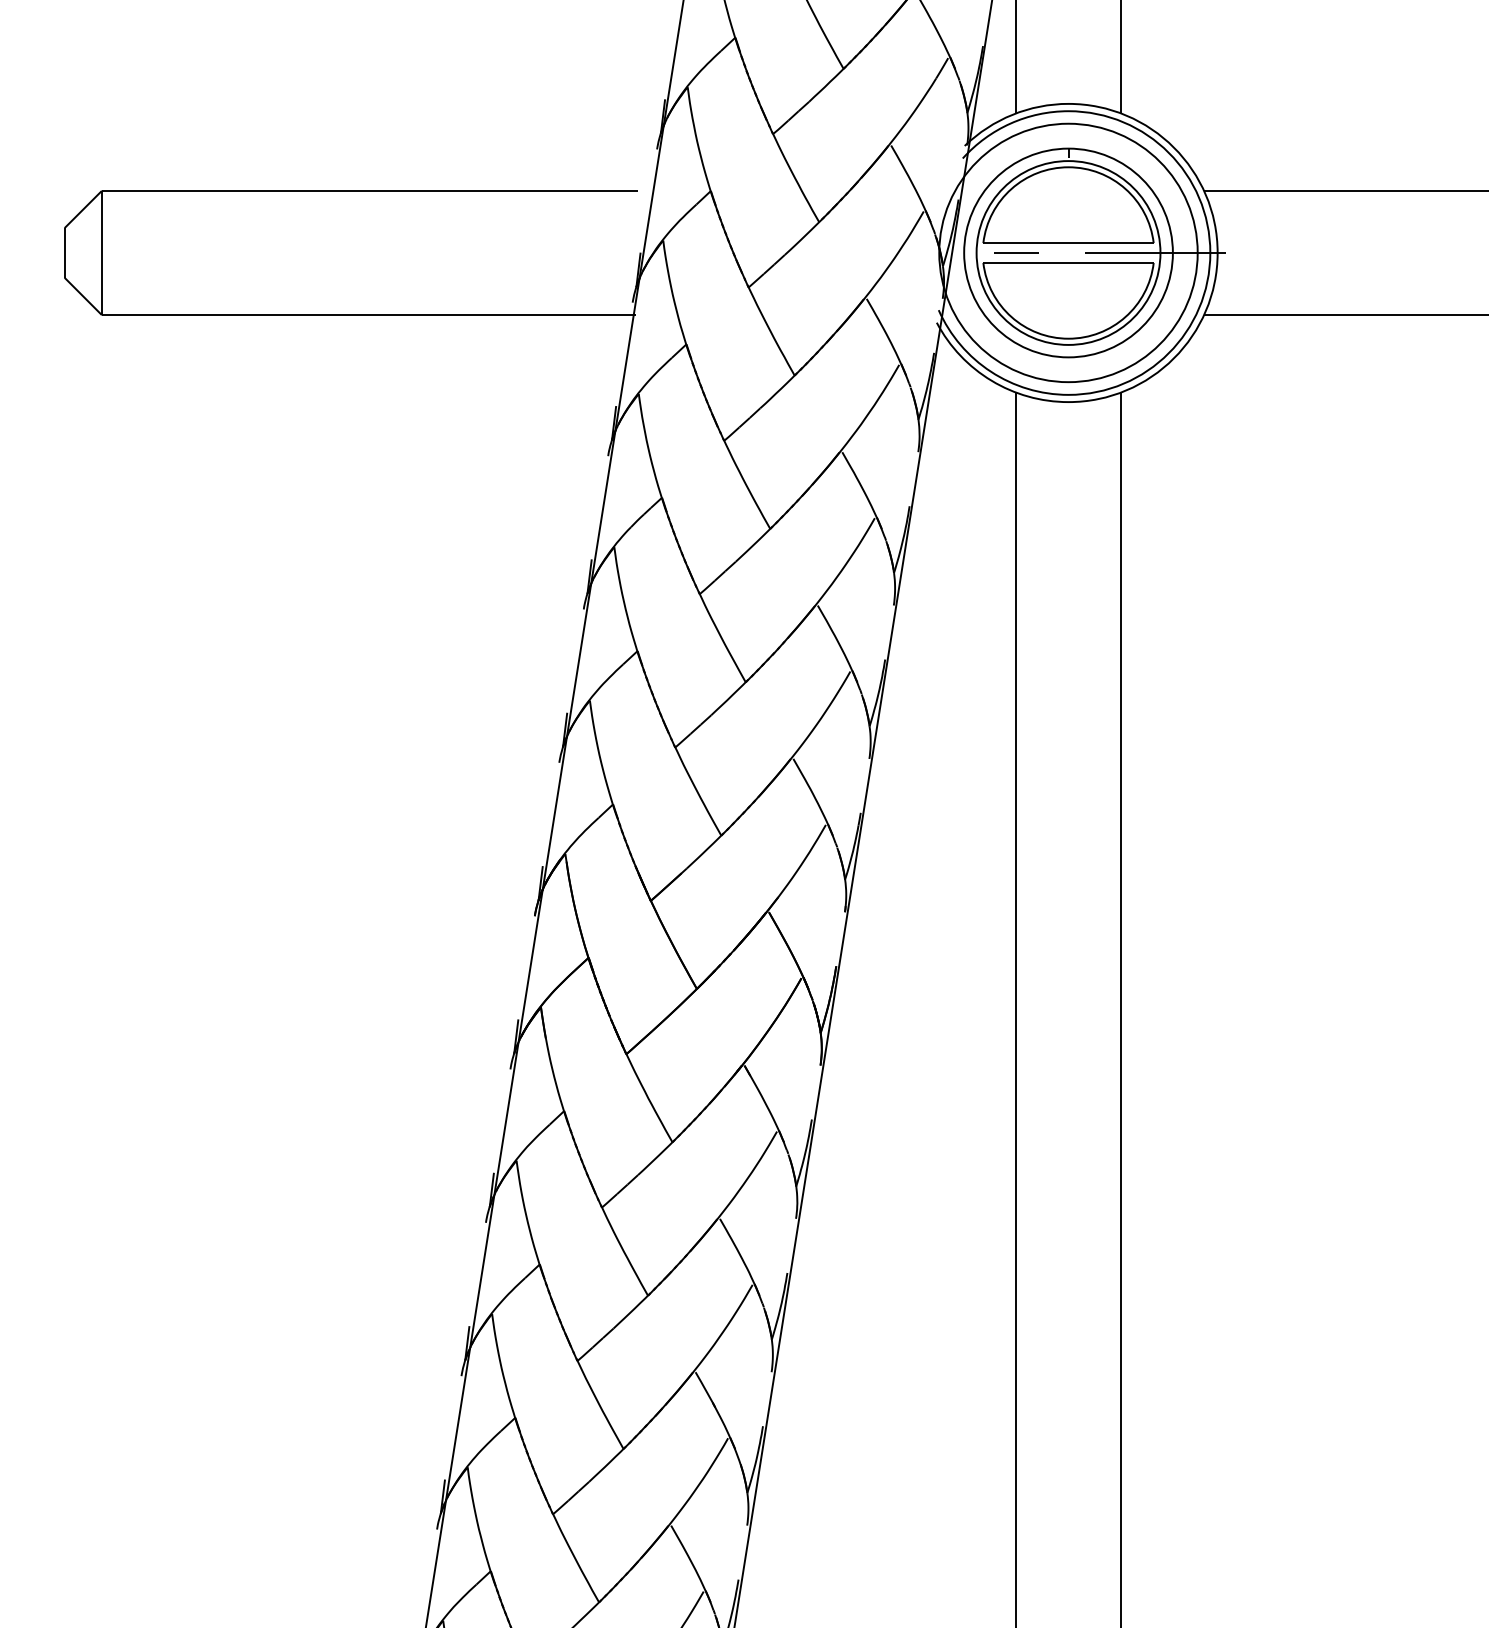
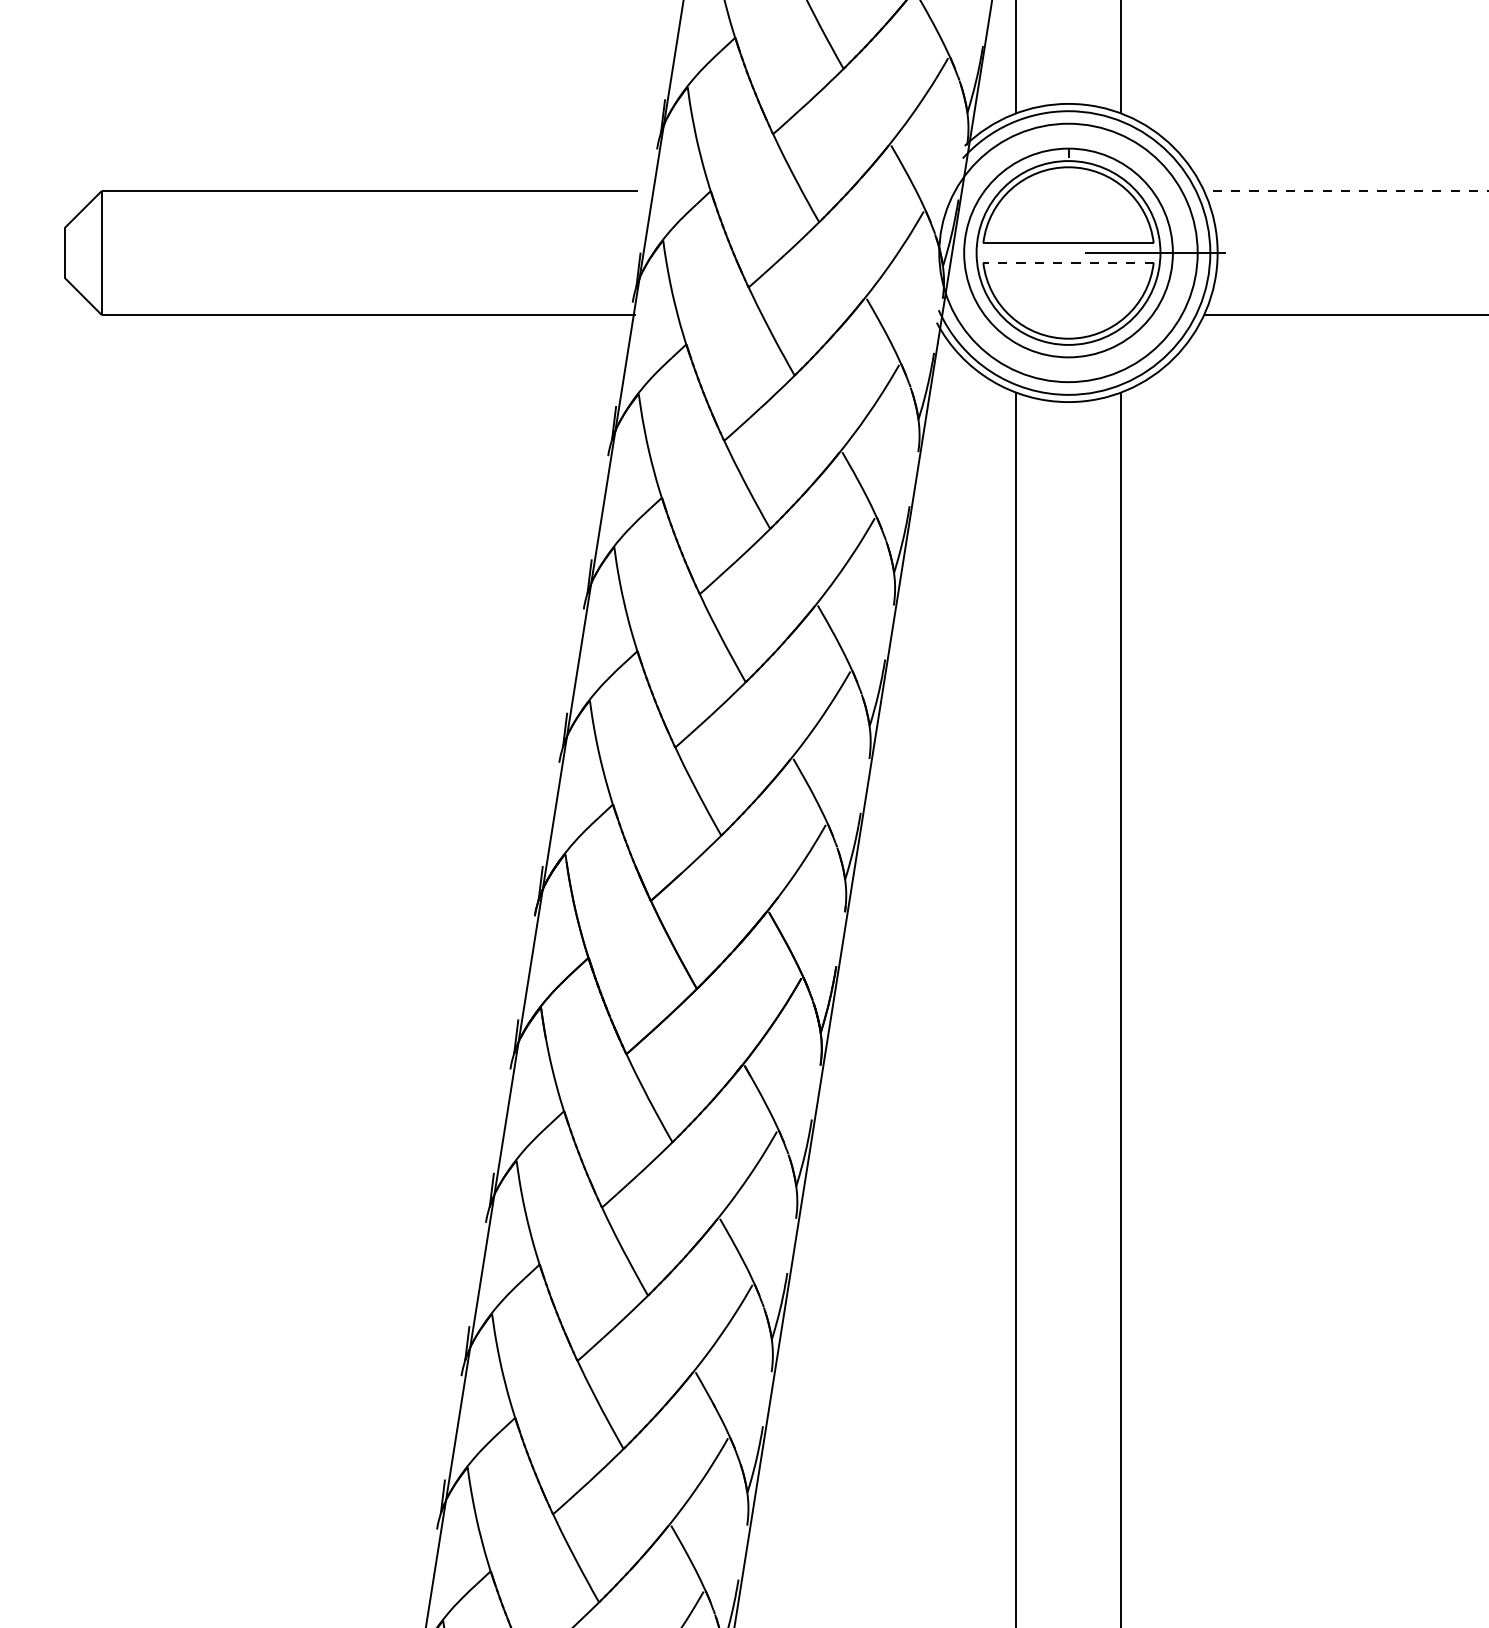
line at (1345, 190): solid -> dashed
line at (1016, 252): present -> none
line at (1068, 262): solid -> dashed
